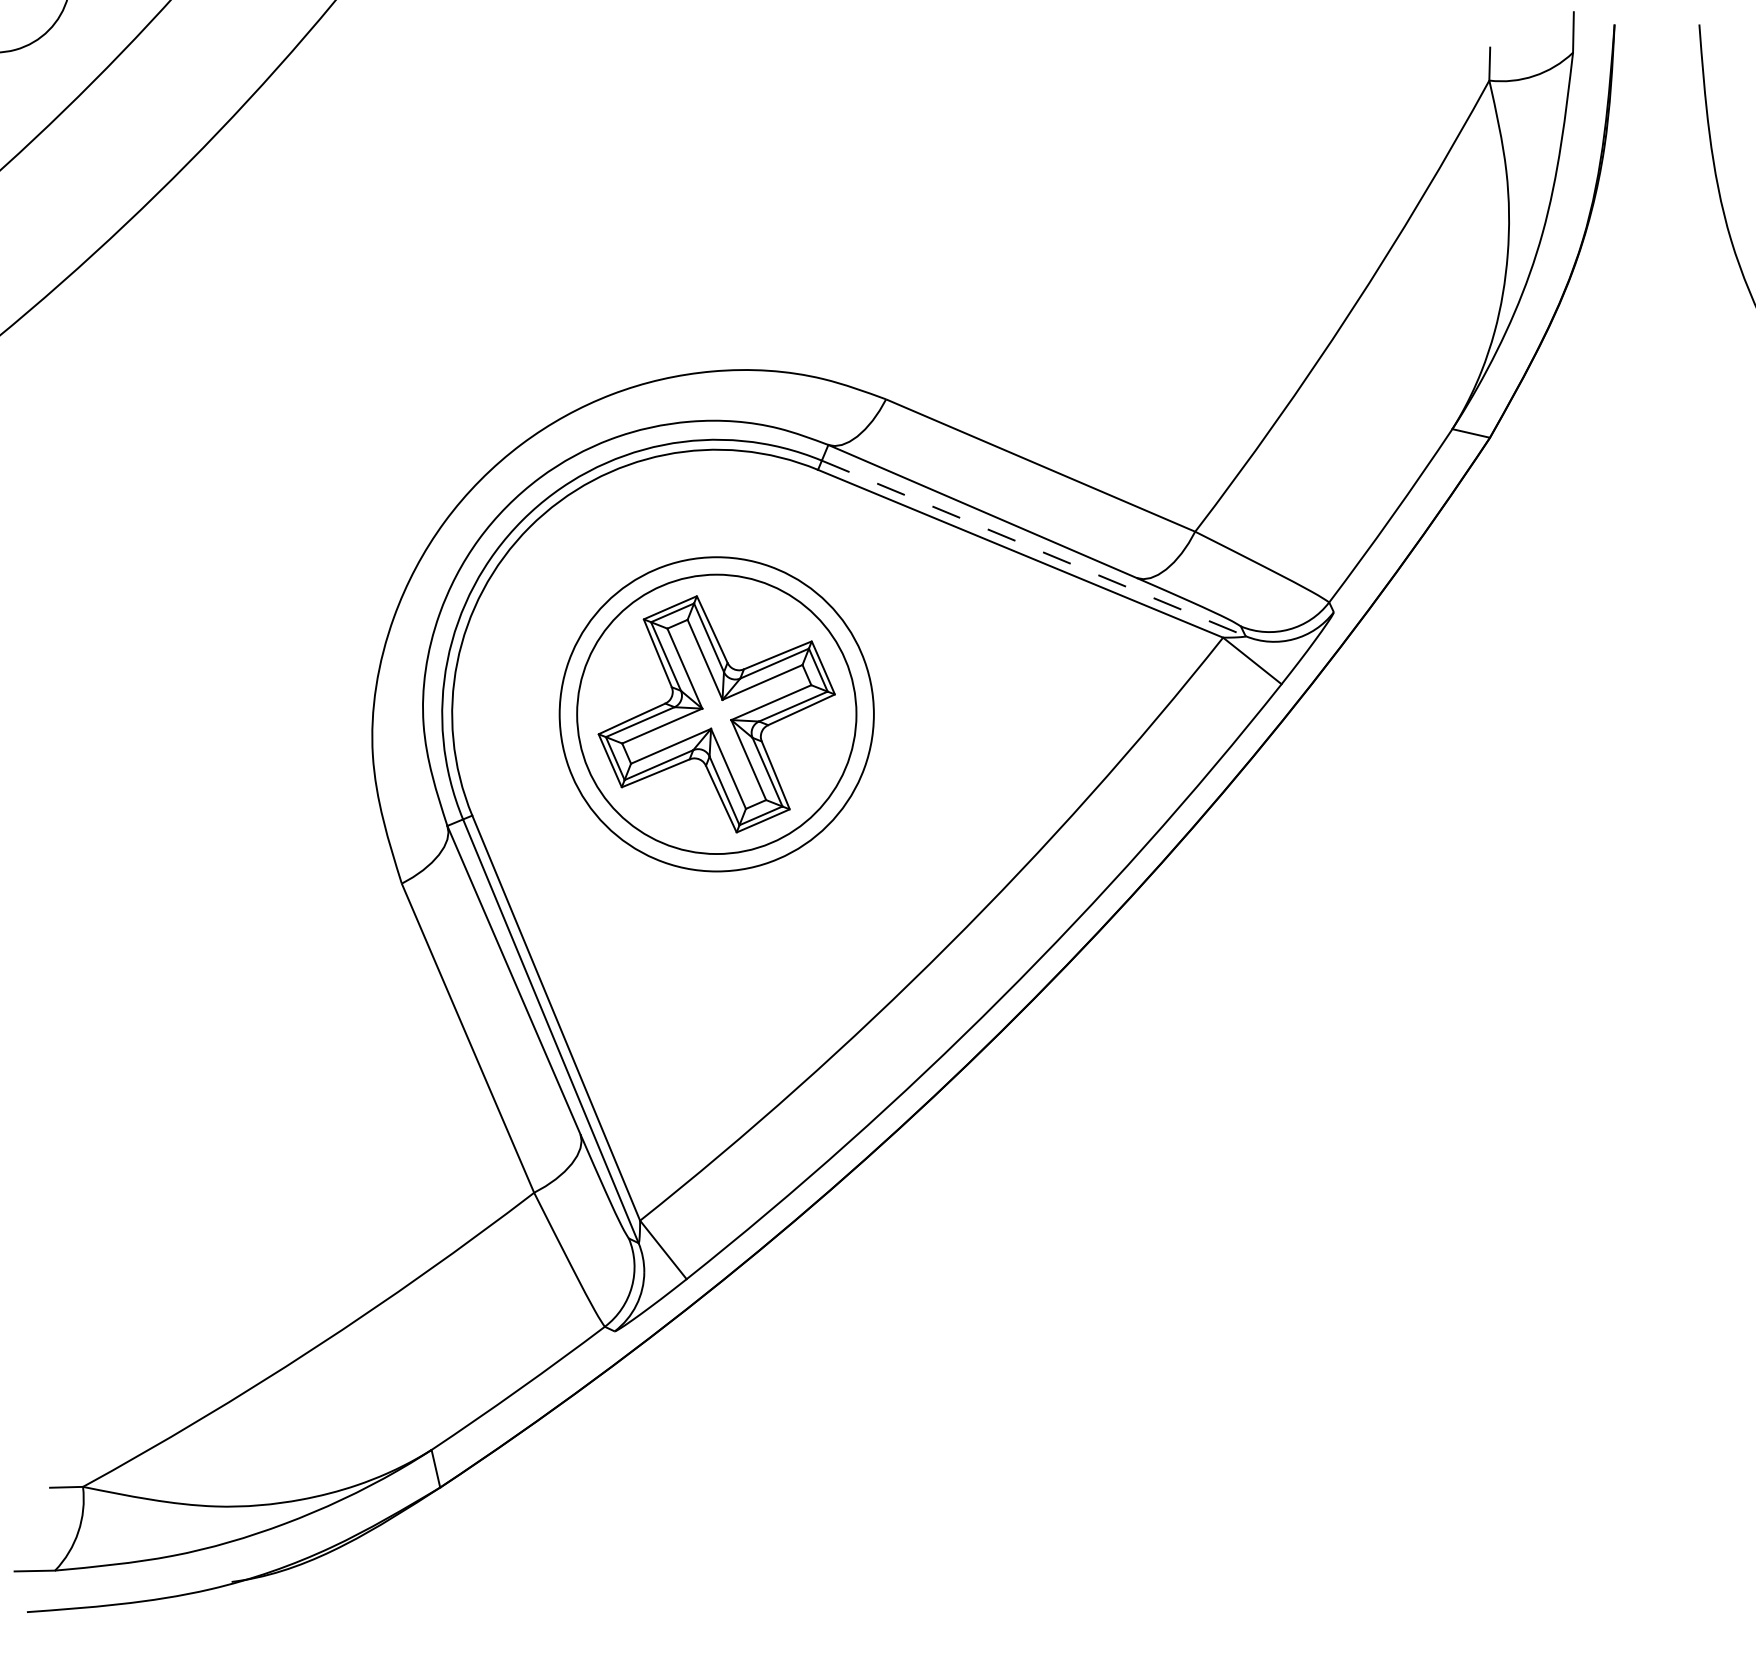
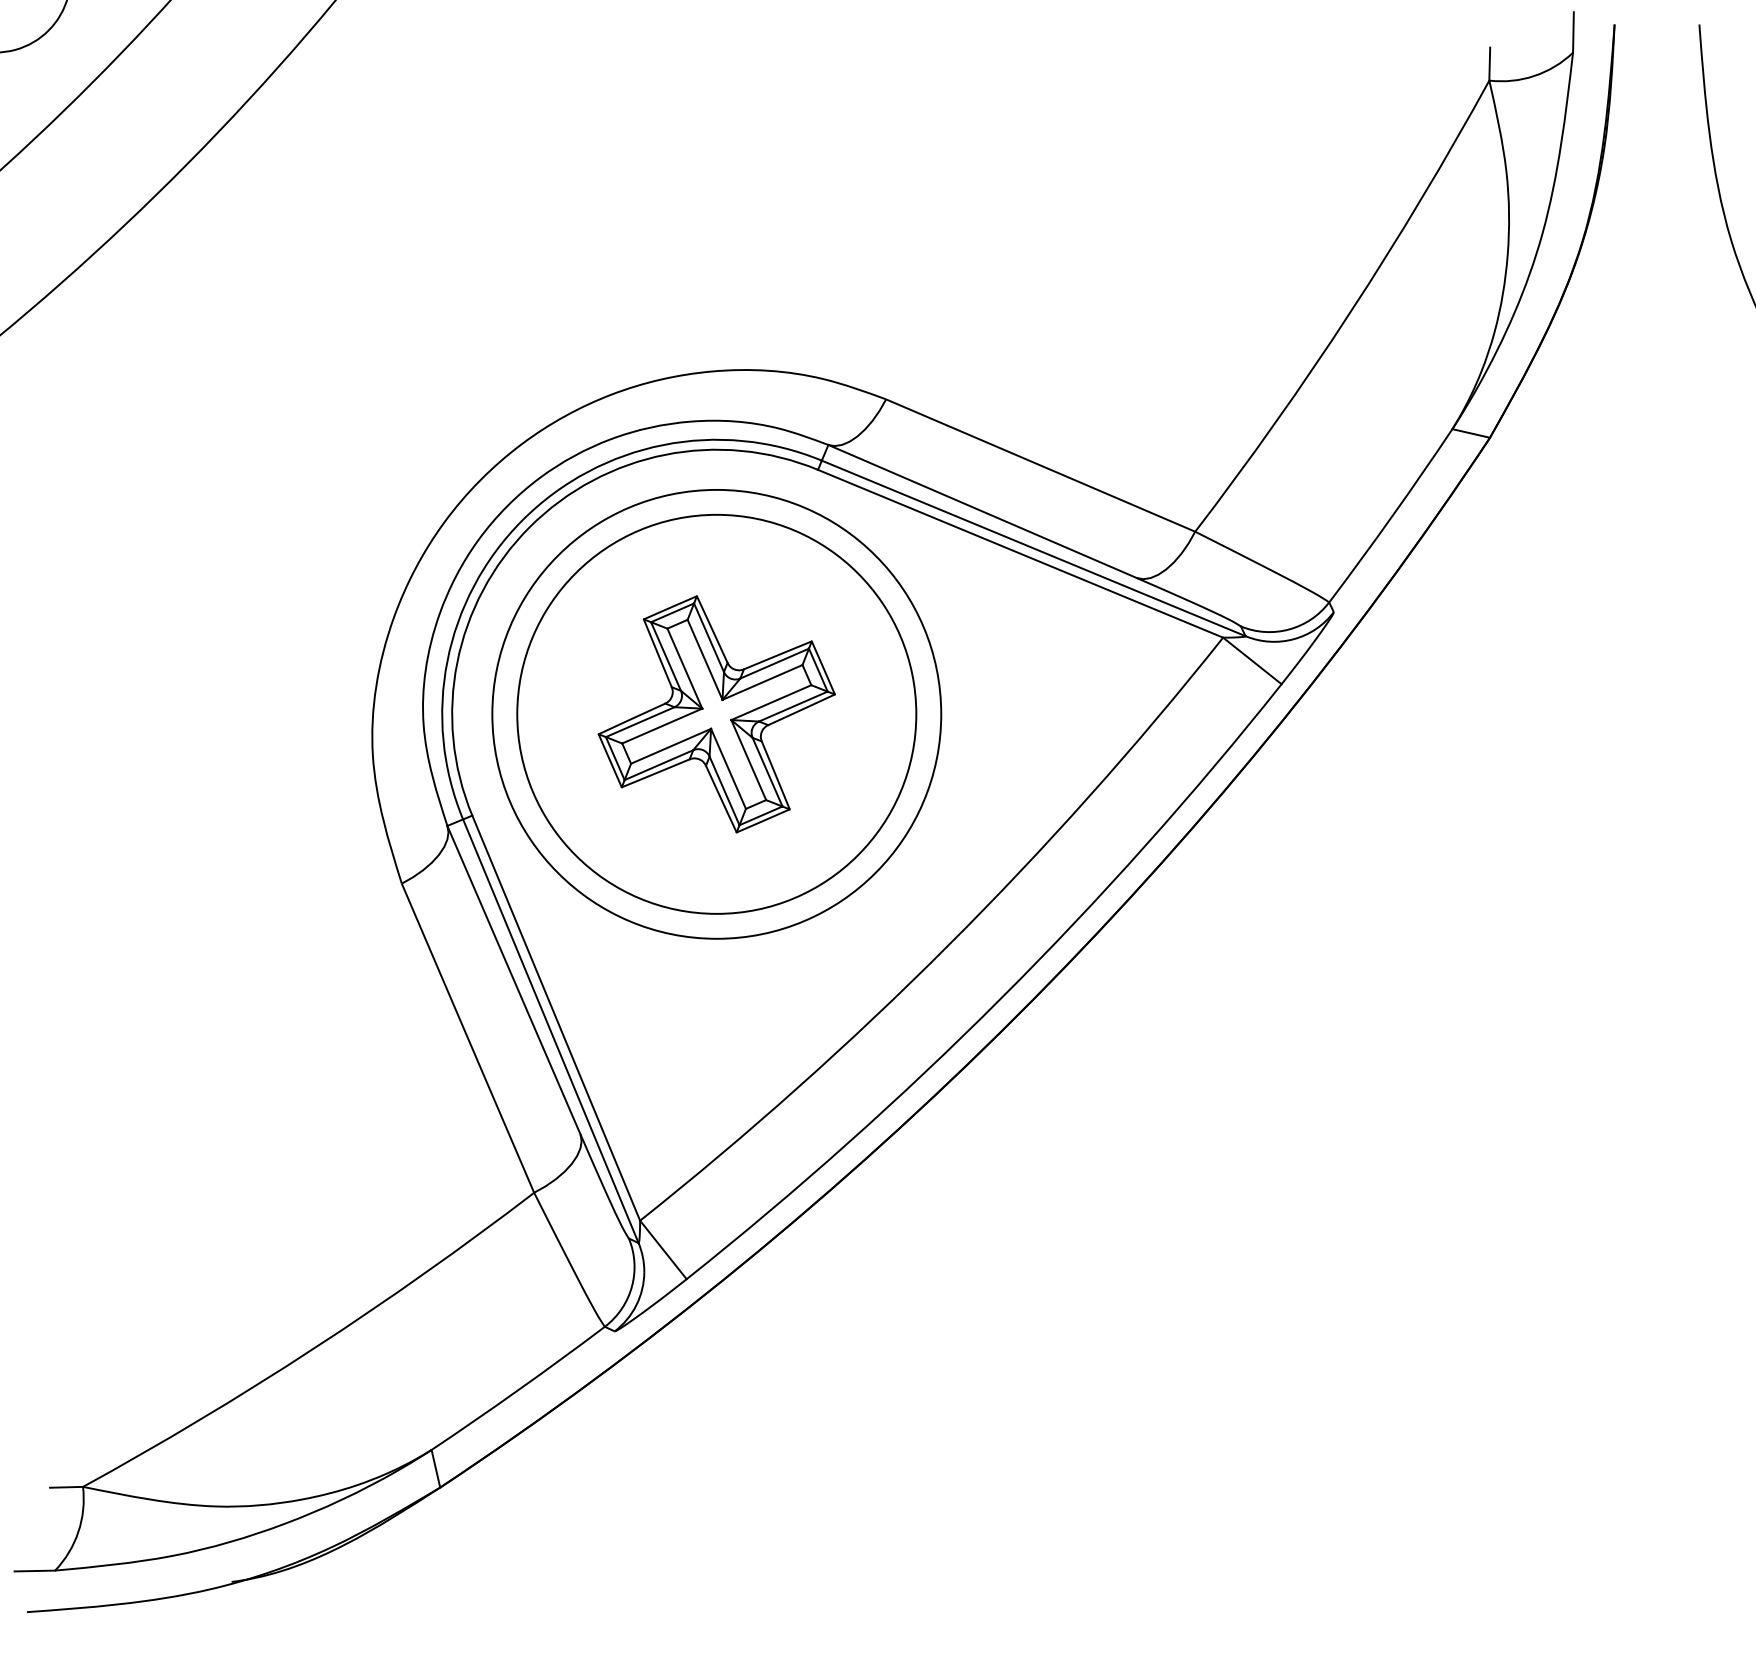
line at (1034, 548): dashed -> solid
circle at (716, 714) diameter: 279 px -> 399 px
circle at (716, 714) diameter: 314 px -> 449 px
